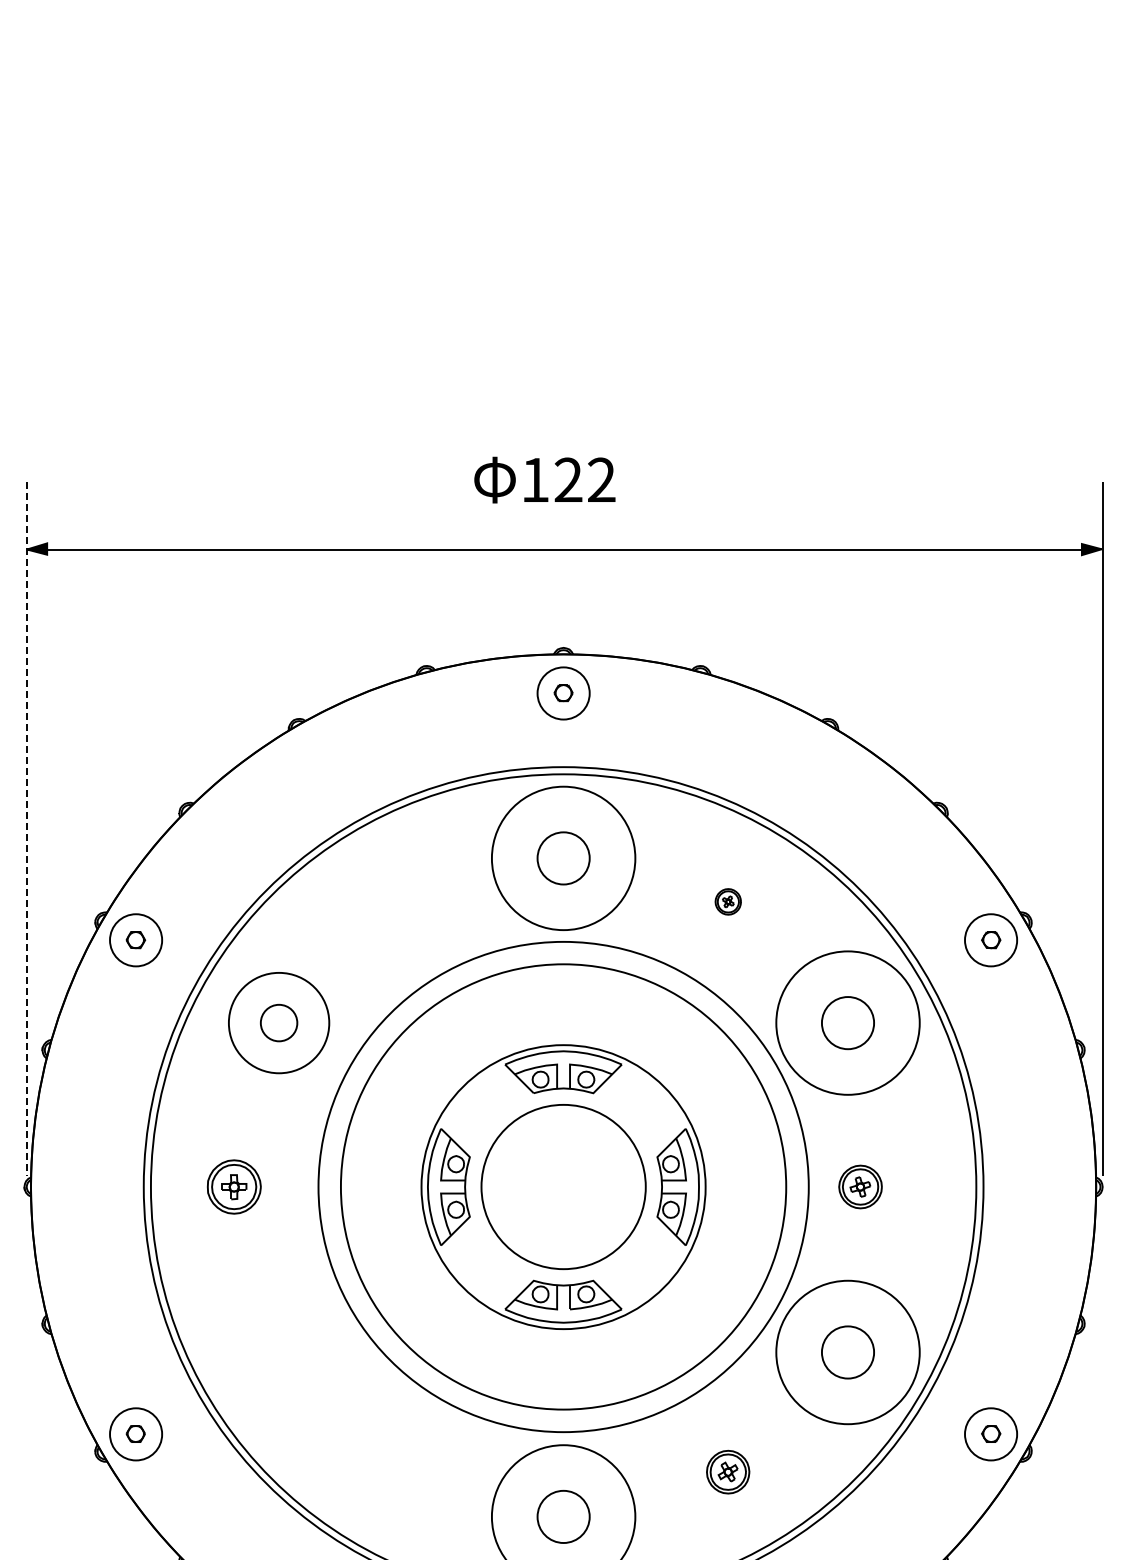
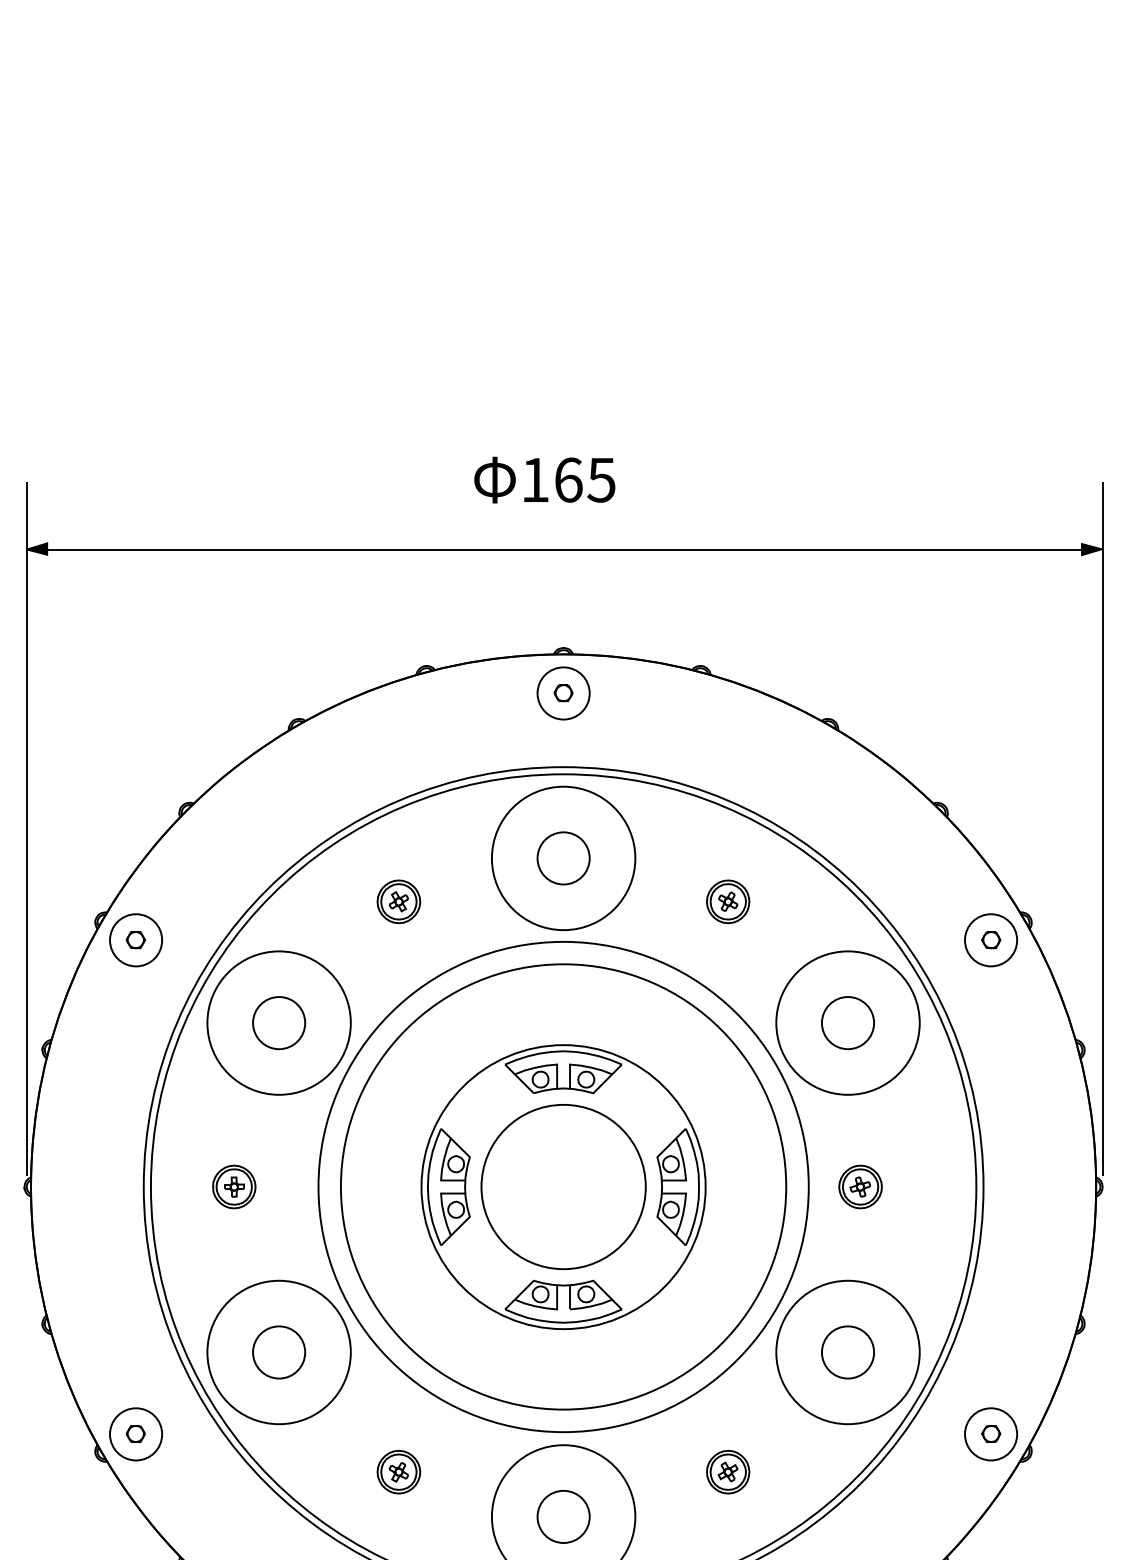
text at (584, 479): 122 -> 165
line at (27, 829): dashed -> solid
part at (398, 901): none -> present
part at (727, 901) size: 28x28 px -> 45x46 px
part at (279, 1023) size: 103x103 px -> 146x146 px
part at (234, 1186) size: 55x56 px -> 45x46 px
part at (278, 1352): none -> present
part at (398, 1472): none -> present
